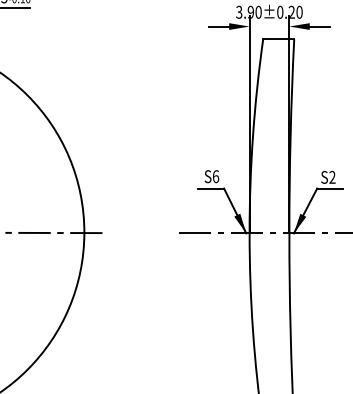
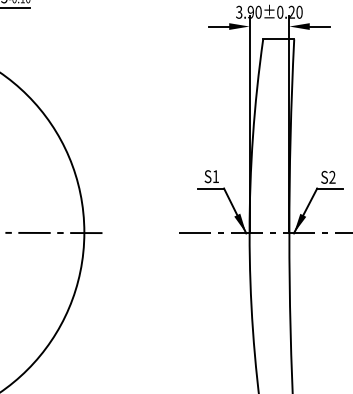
text at (216, 176): S6 -> S1
